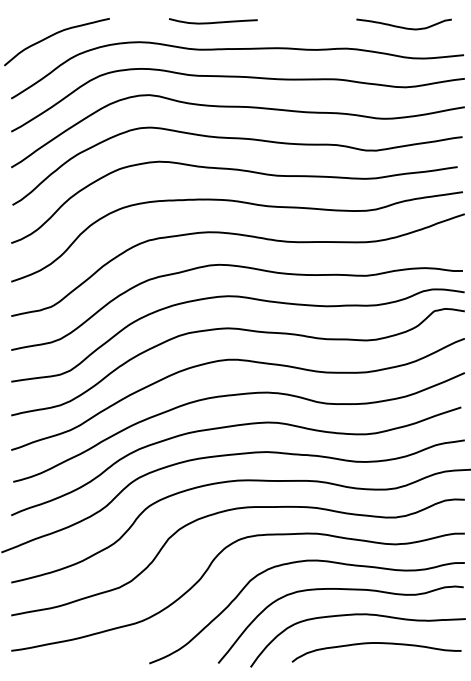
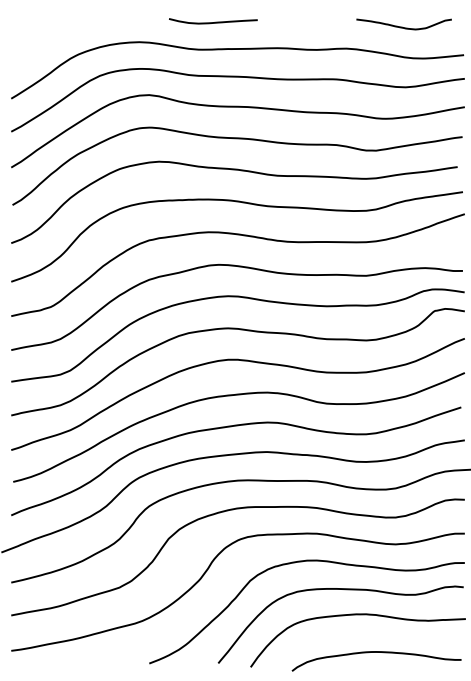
curve at (52, 36): present -> none
curve at (376, 643) position: (376, 643) -> (376, 652)
